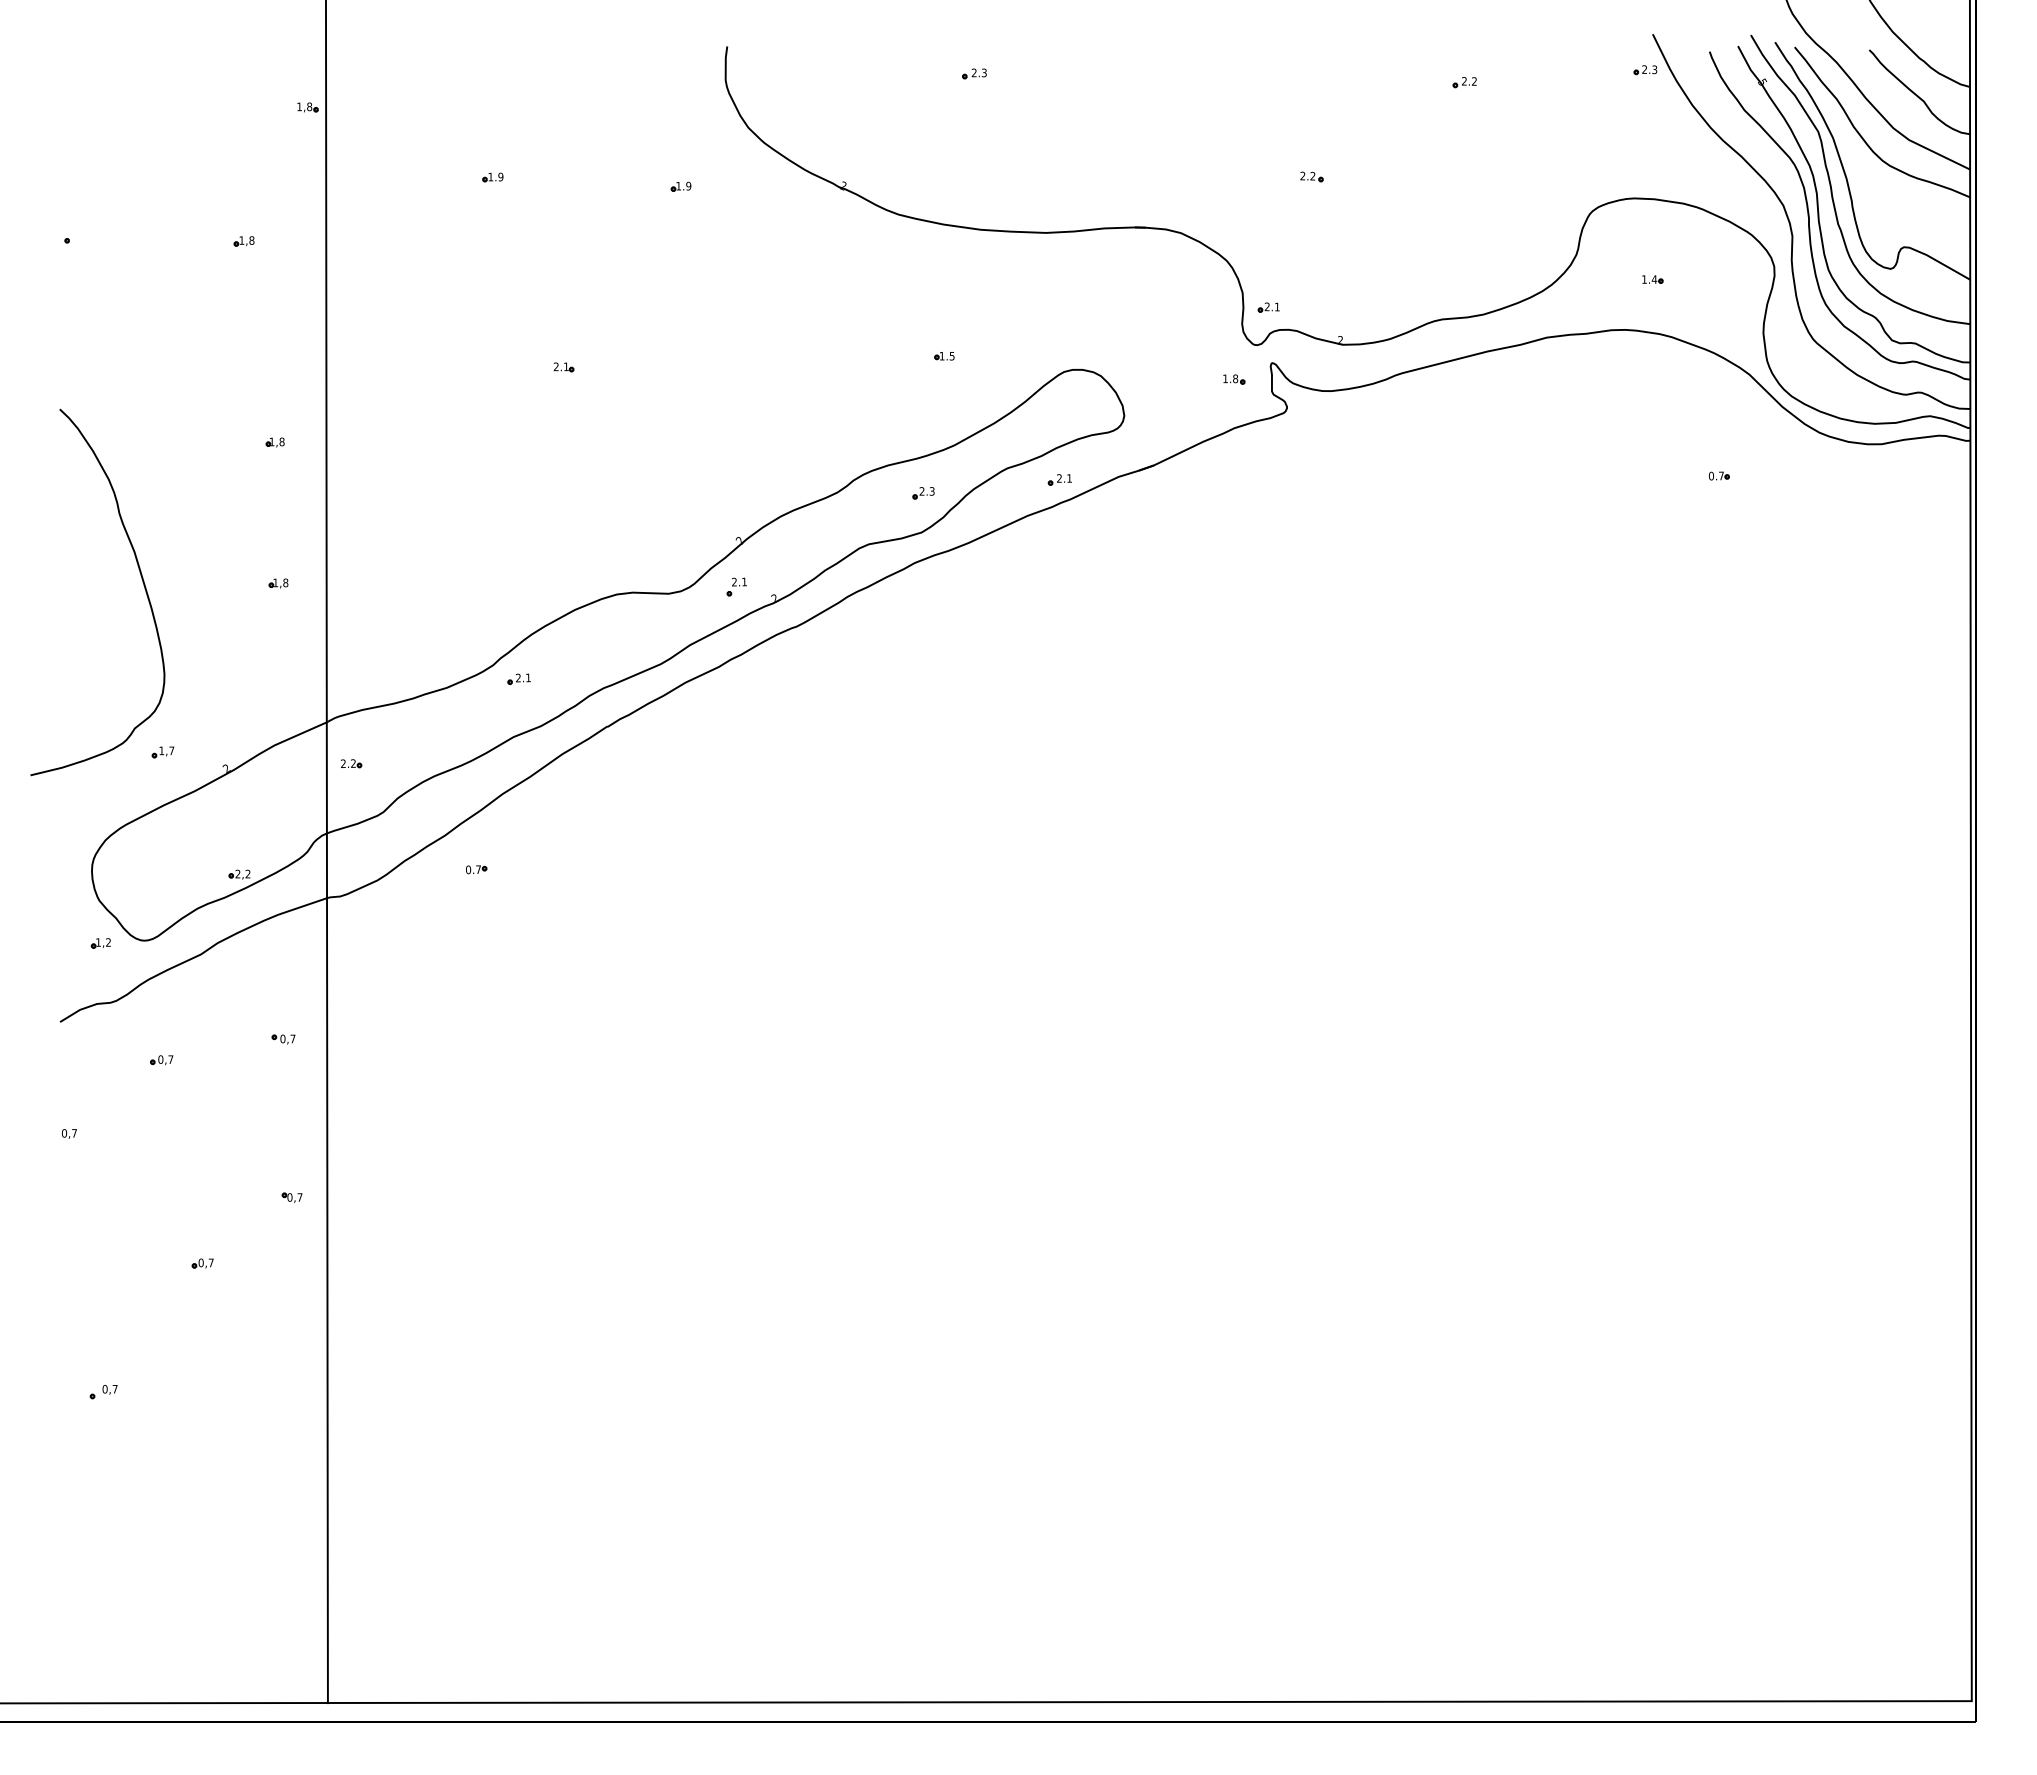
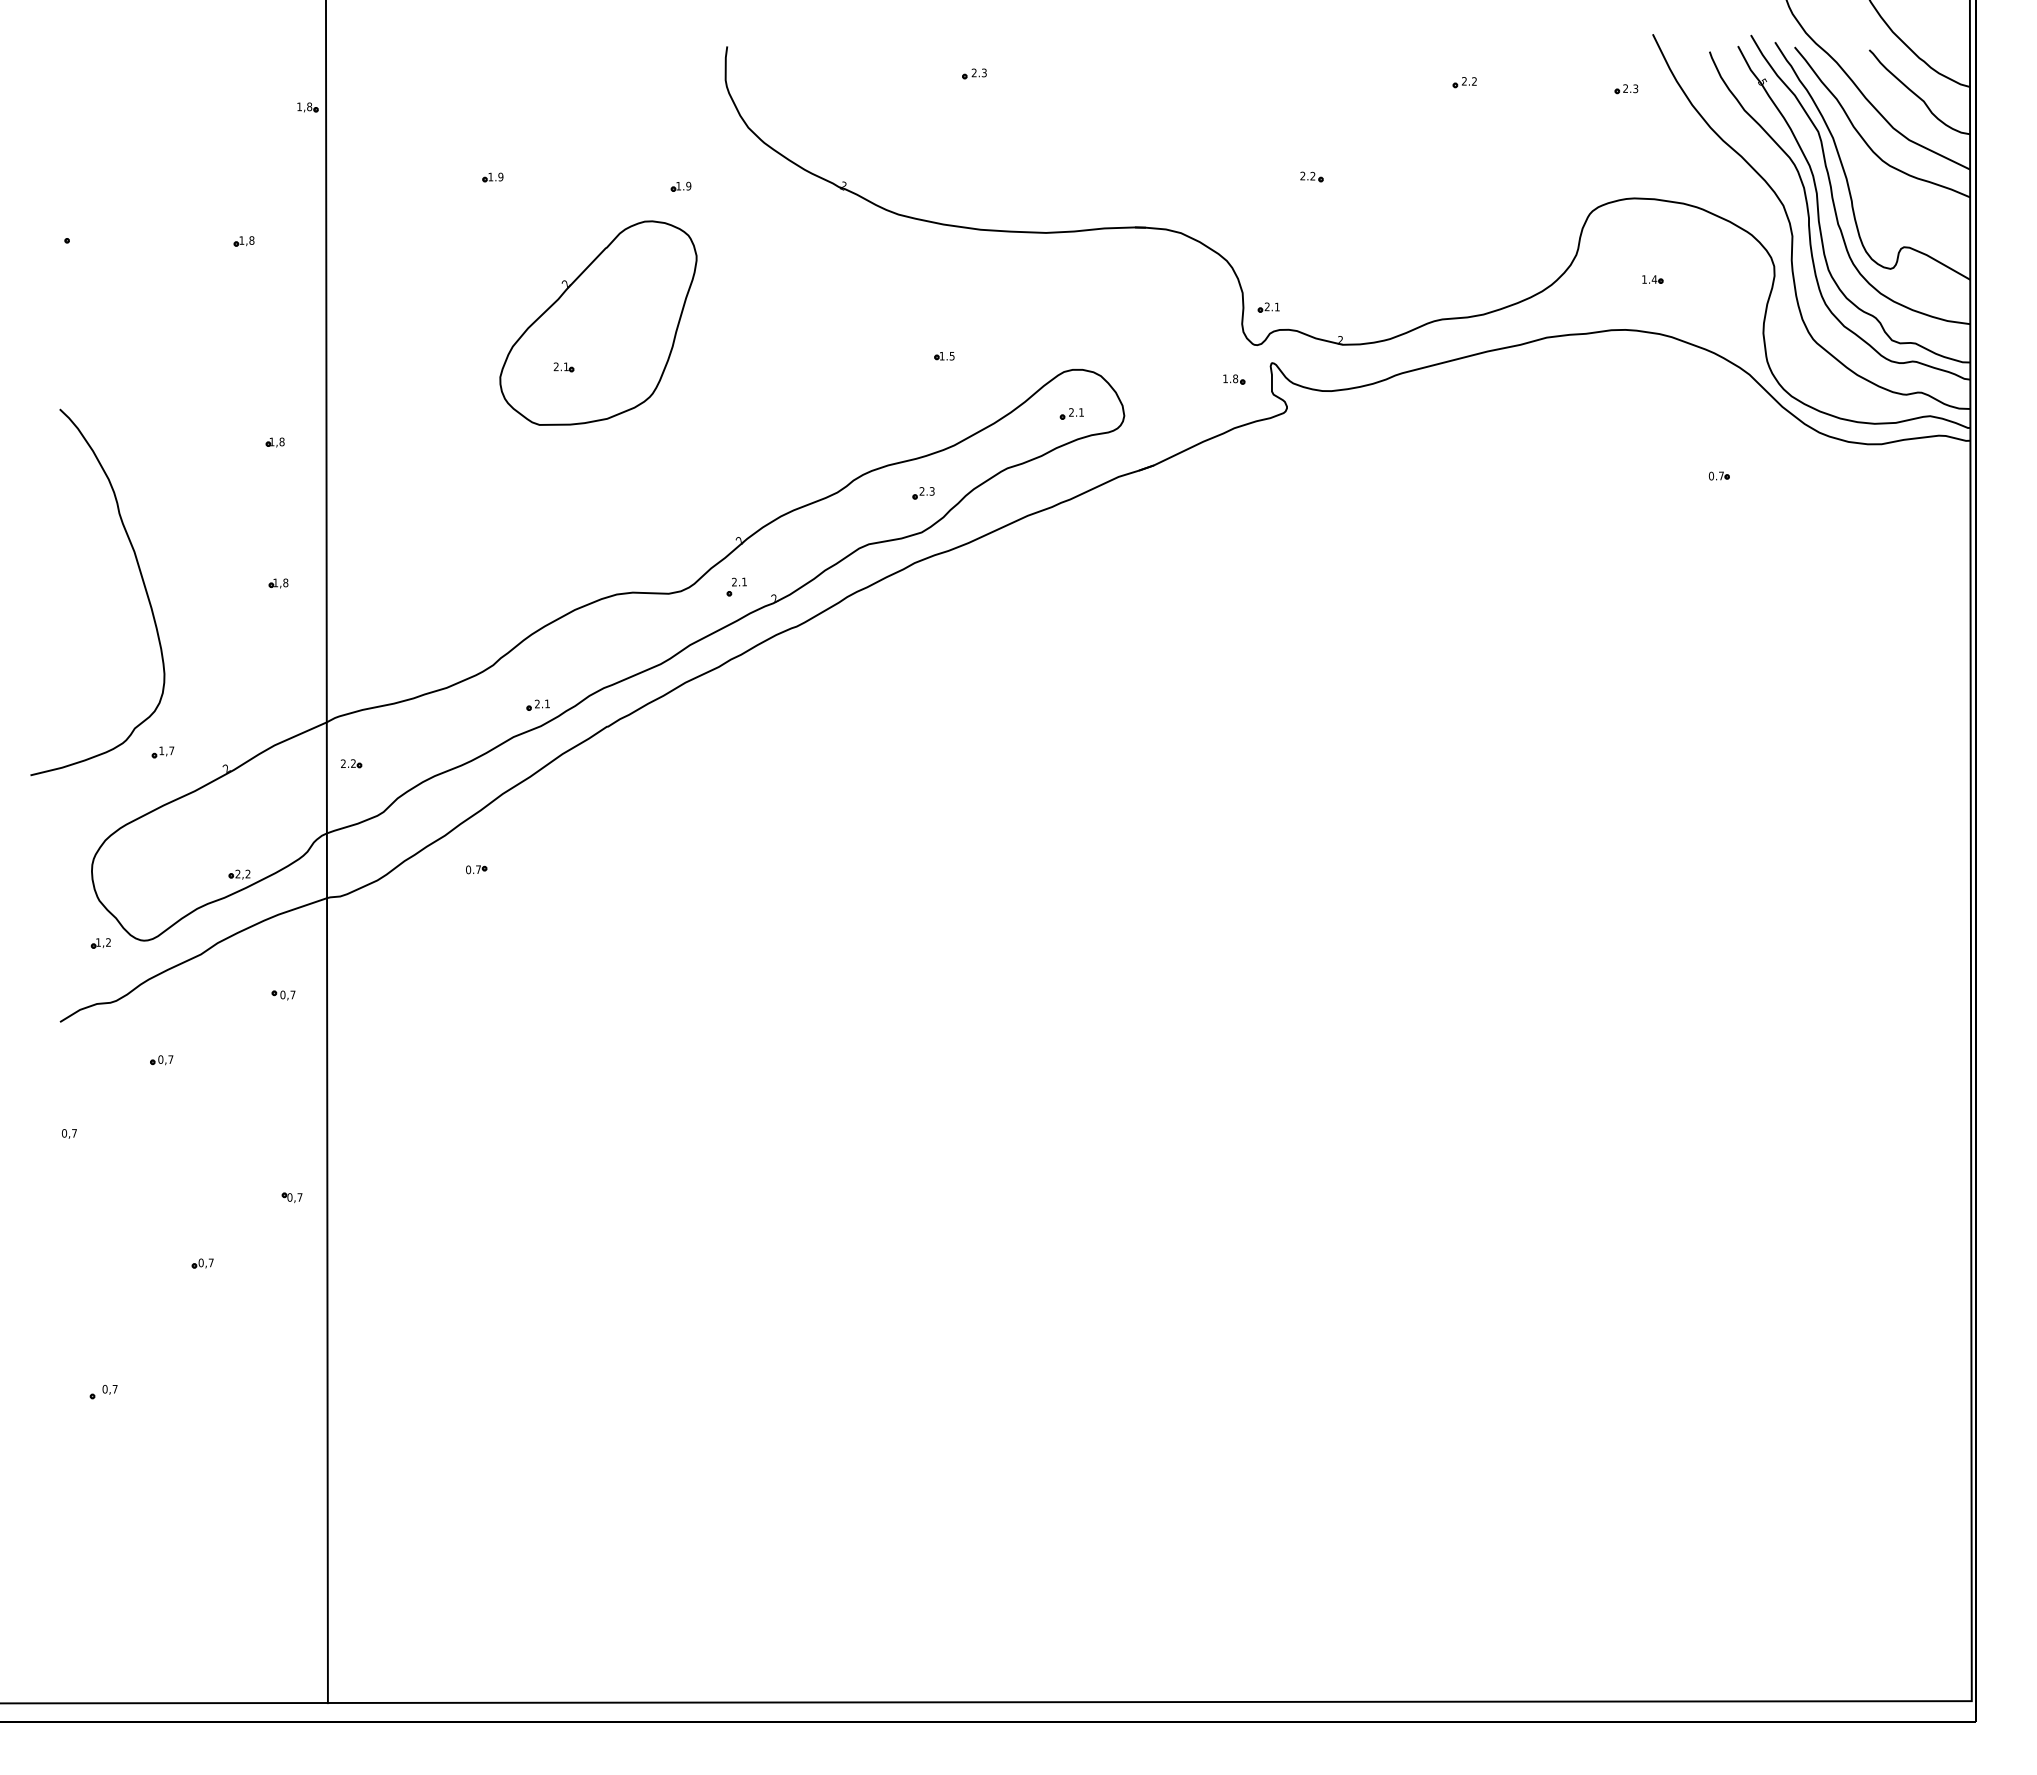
part at (1645, 70) position: (1645, 70) -> (1626, 89)
part at (598, 322): none -> present
part at (1059, 479) position: (1059, 479) -> (1071, 413)
part at (518, 678) position: (518, 678) -> (537, 704)
part at (283, 1039) position: (283, 1039) -> (283, 995)
